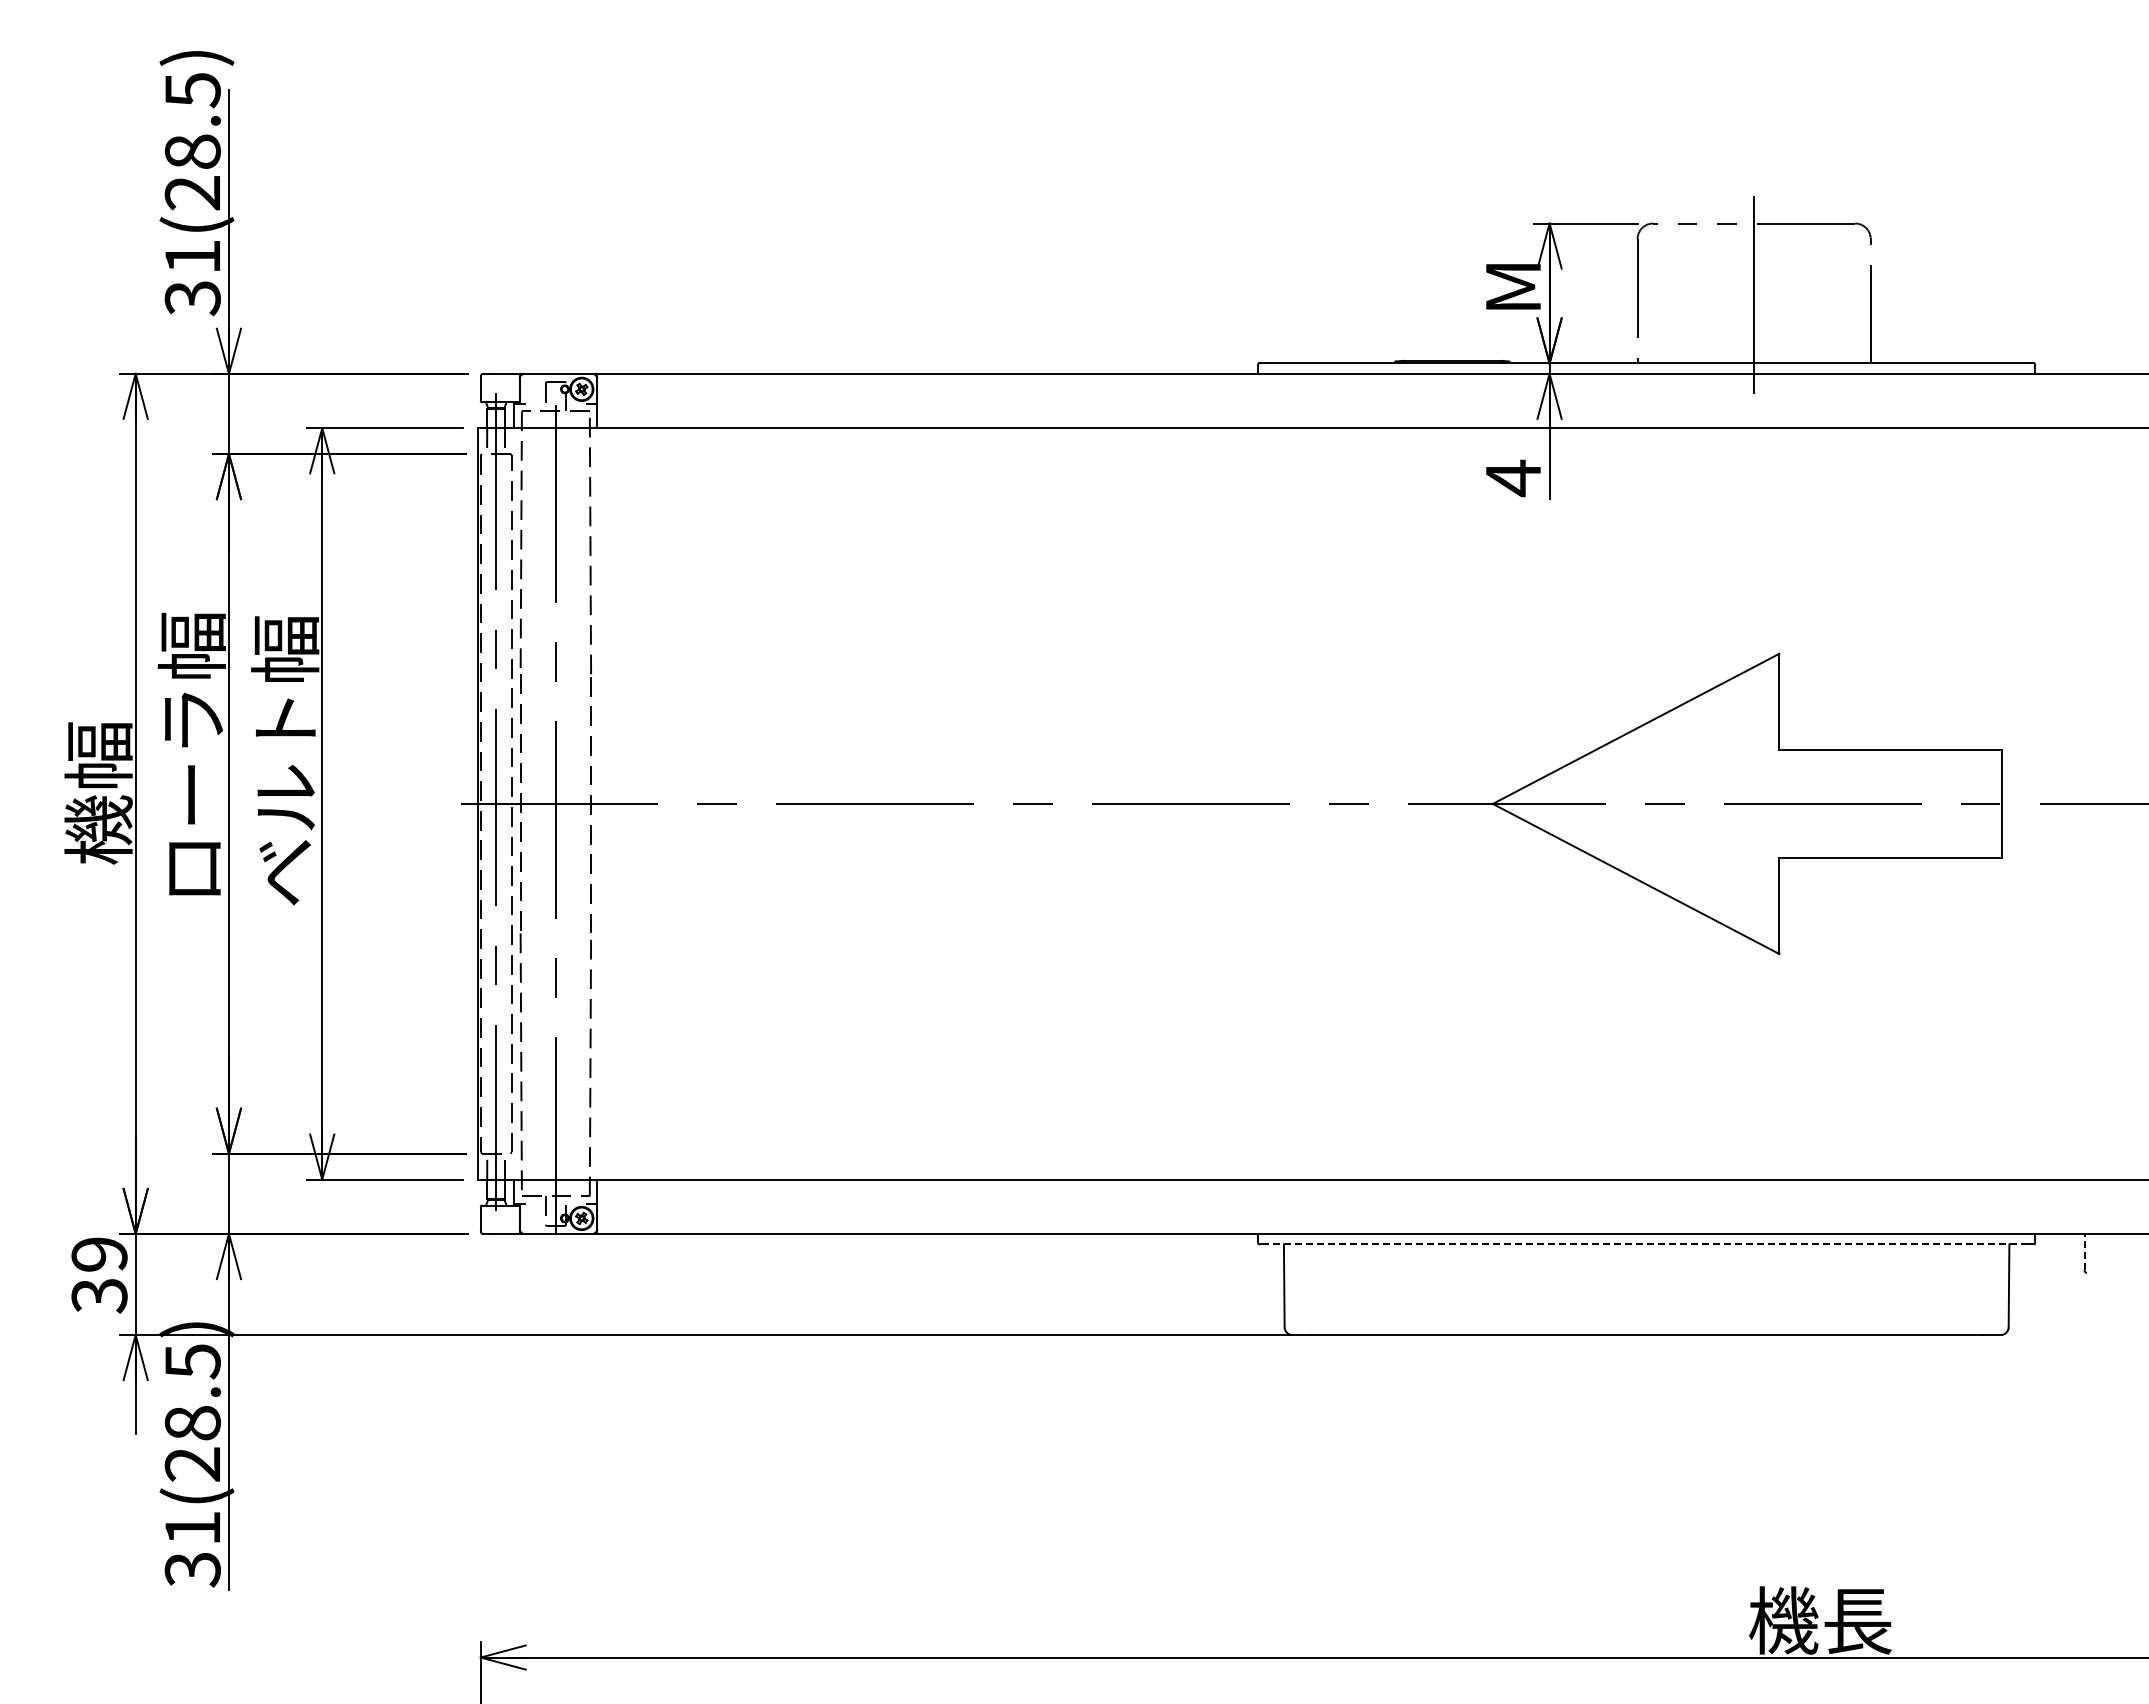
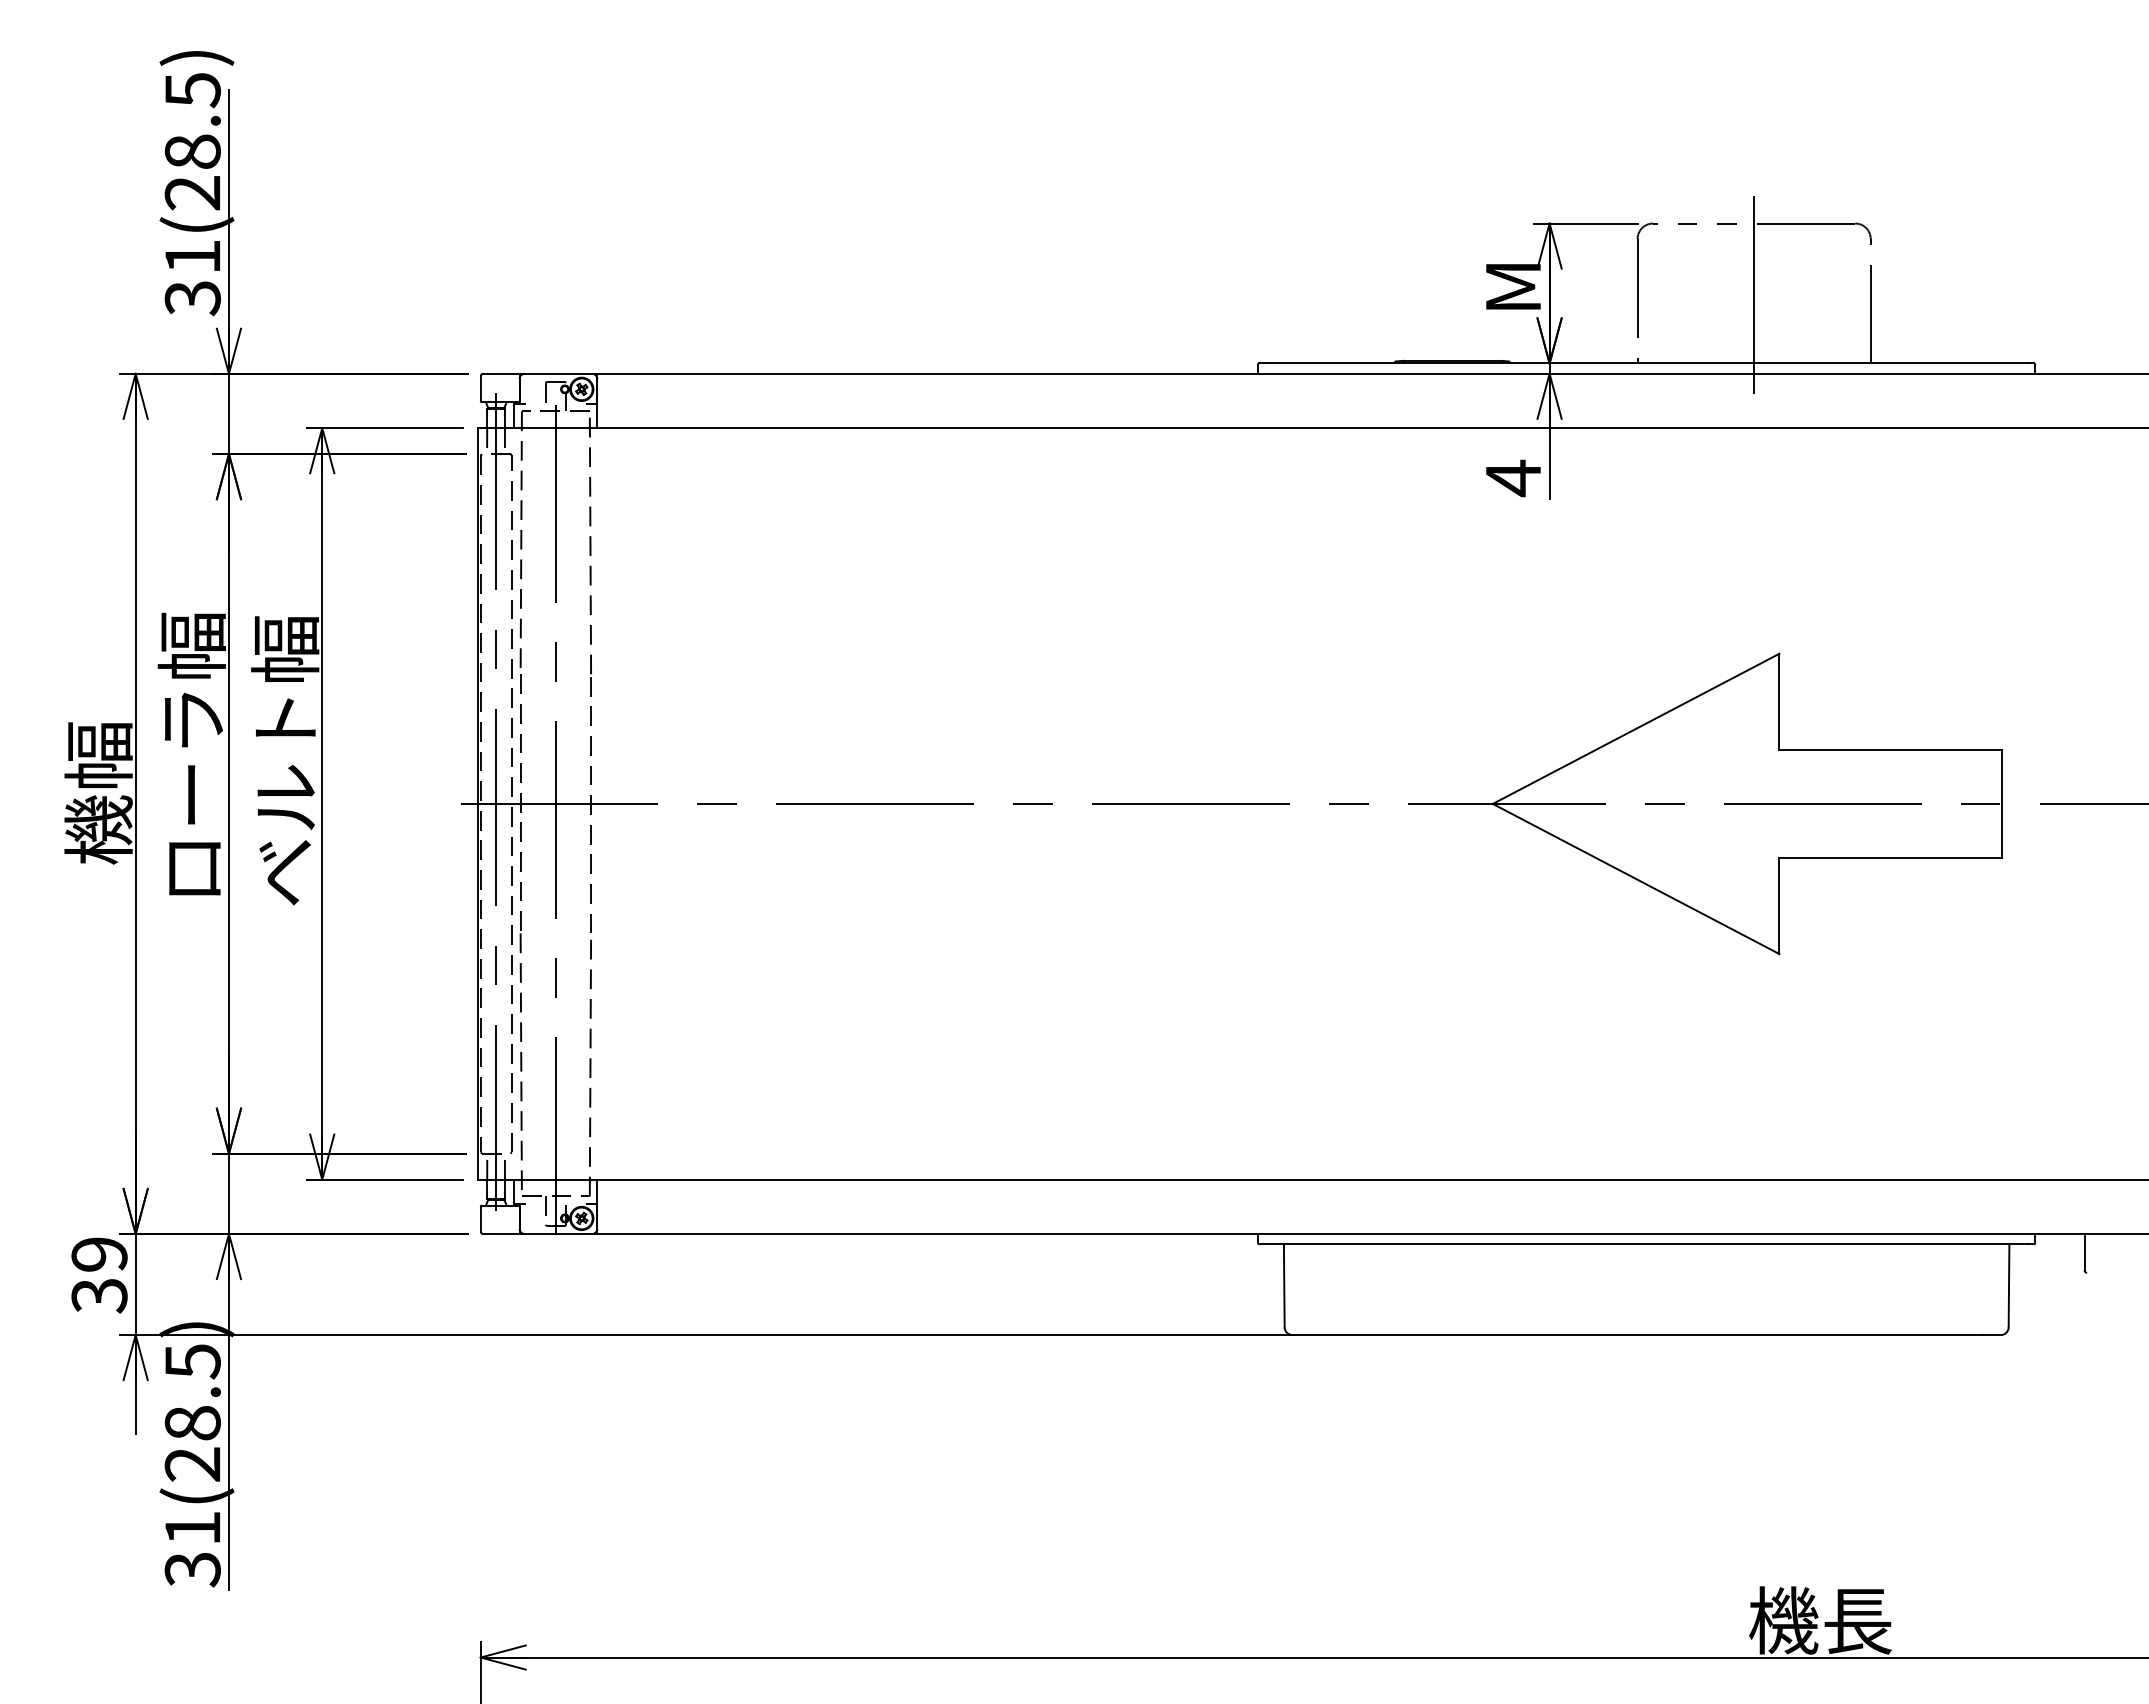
line at (1646, 1244): dashed -> solid
line at (2084, 1251): dashed -> solid
